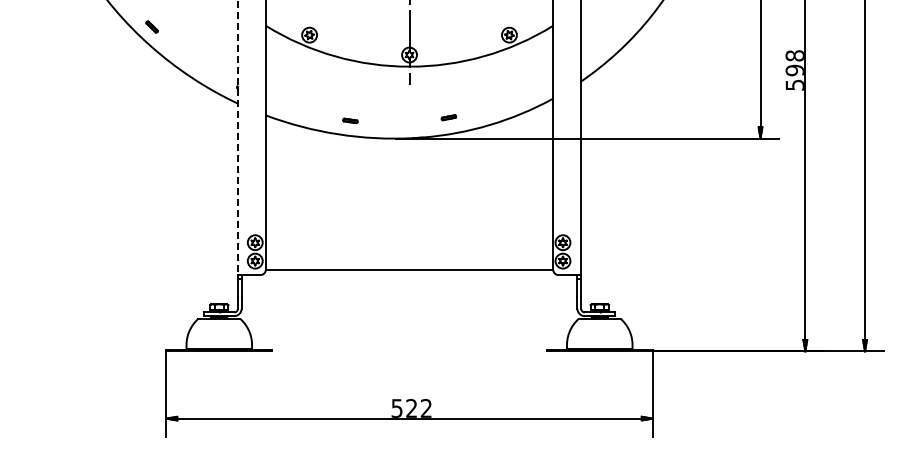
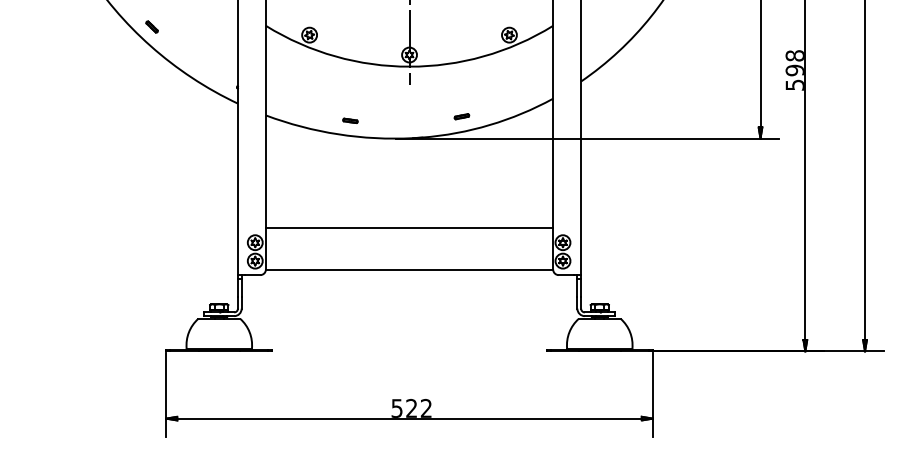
part at (448, 117) position: (448, 117) -> (461, 116)
line at (237, 138): dashed -> solid
line at (409, 228): none -> present
